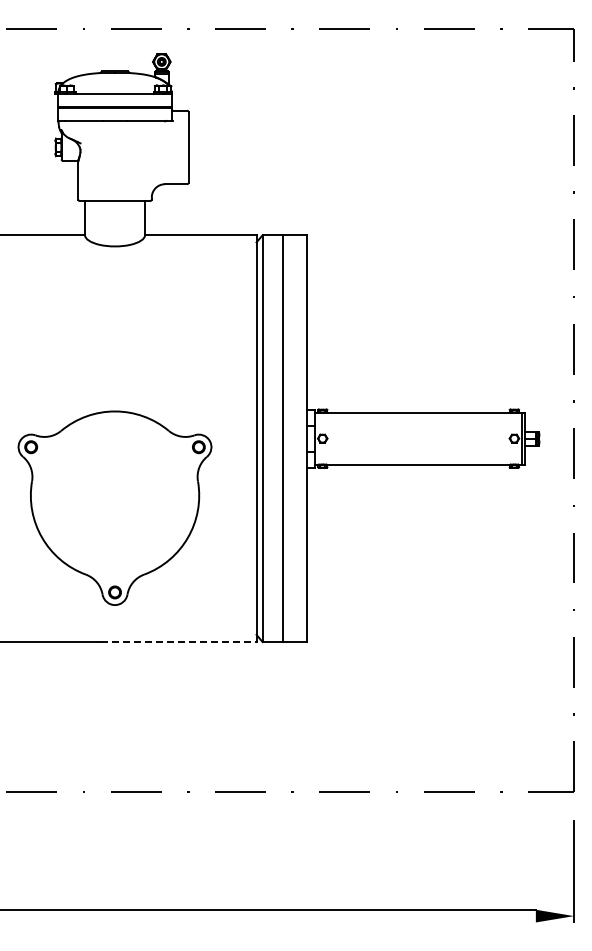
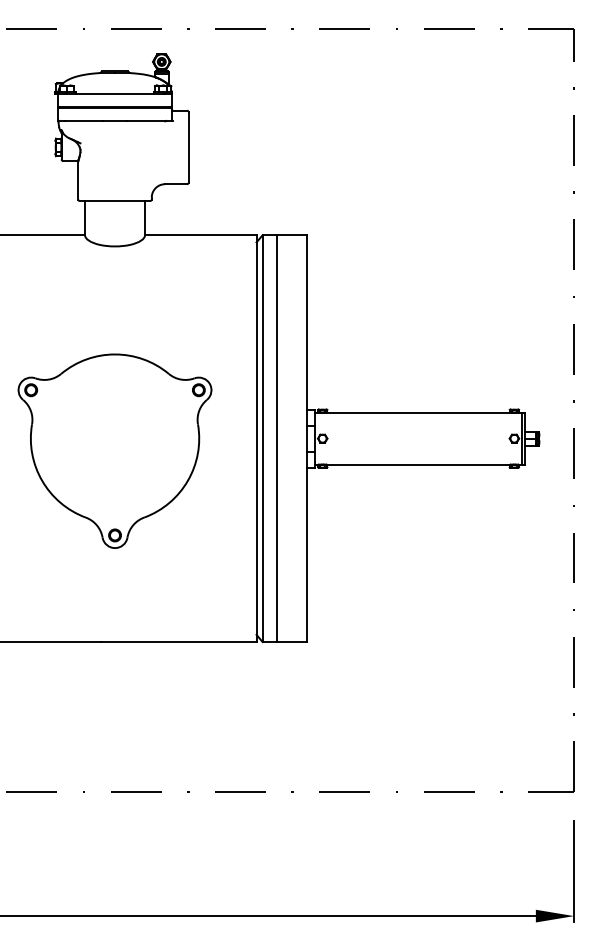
line at (282, 438) position: (282, 438) -> (276, 438)
part at (114, 507) position: (114, 507) -> (114, 450)
line at (178, 642): dashed -> solid
line at (268, 910) position: (268, 910) -> (268, 916)
